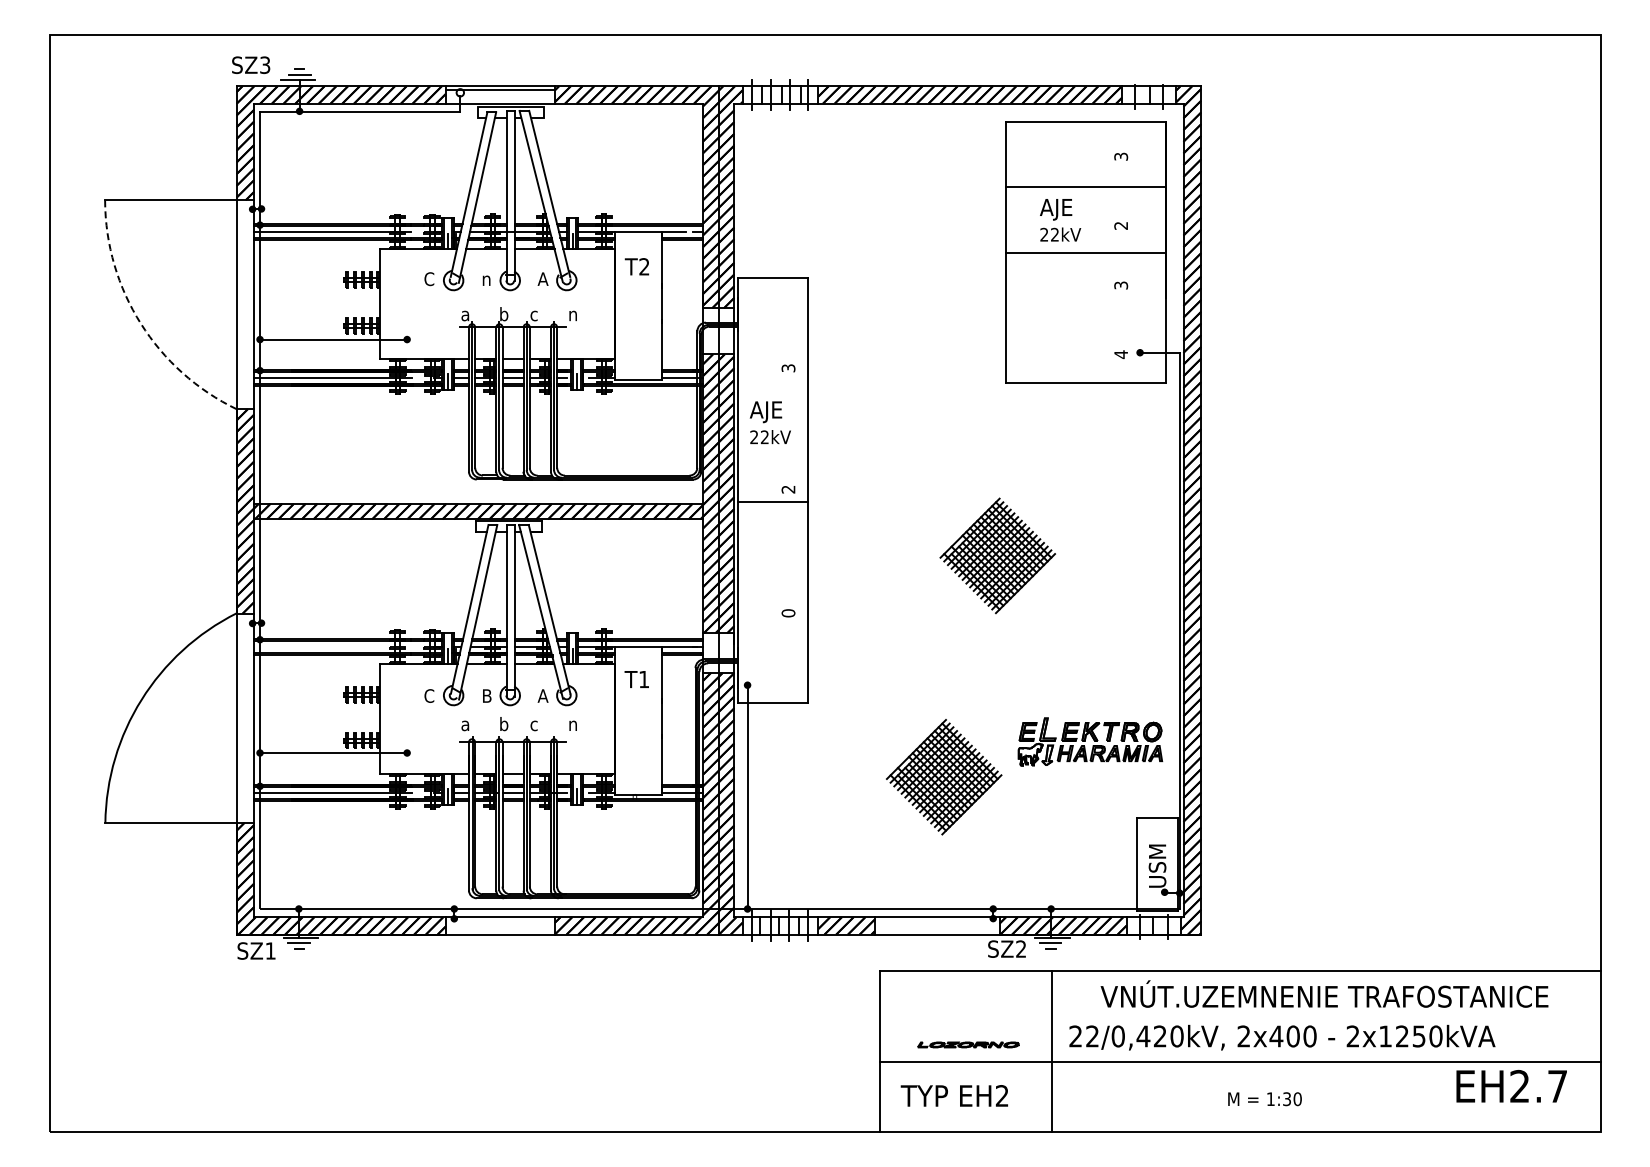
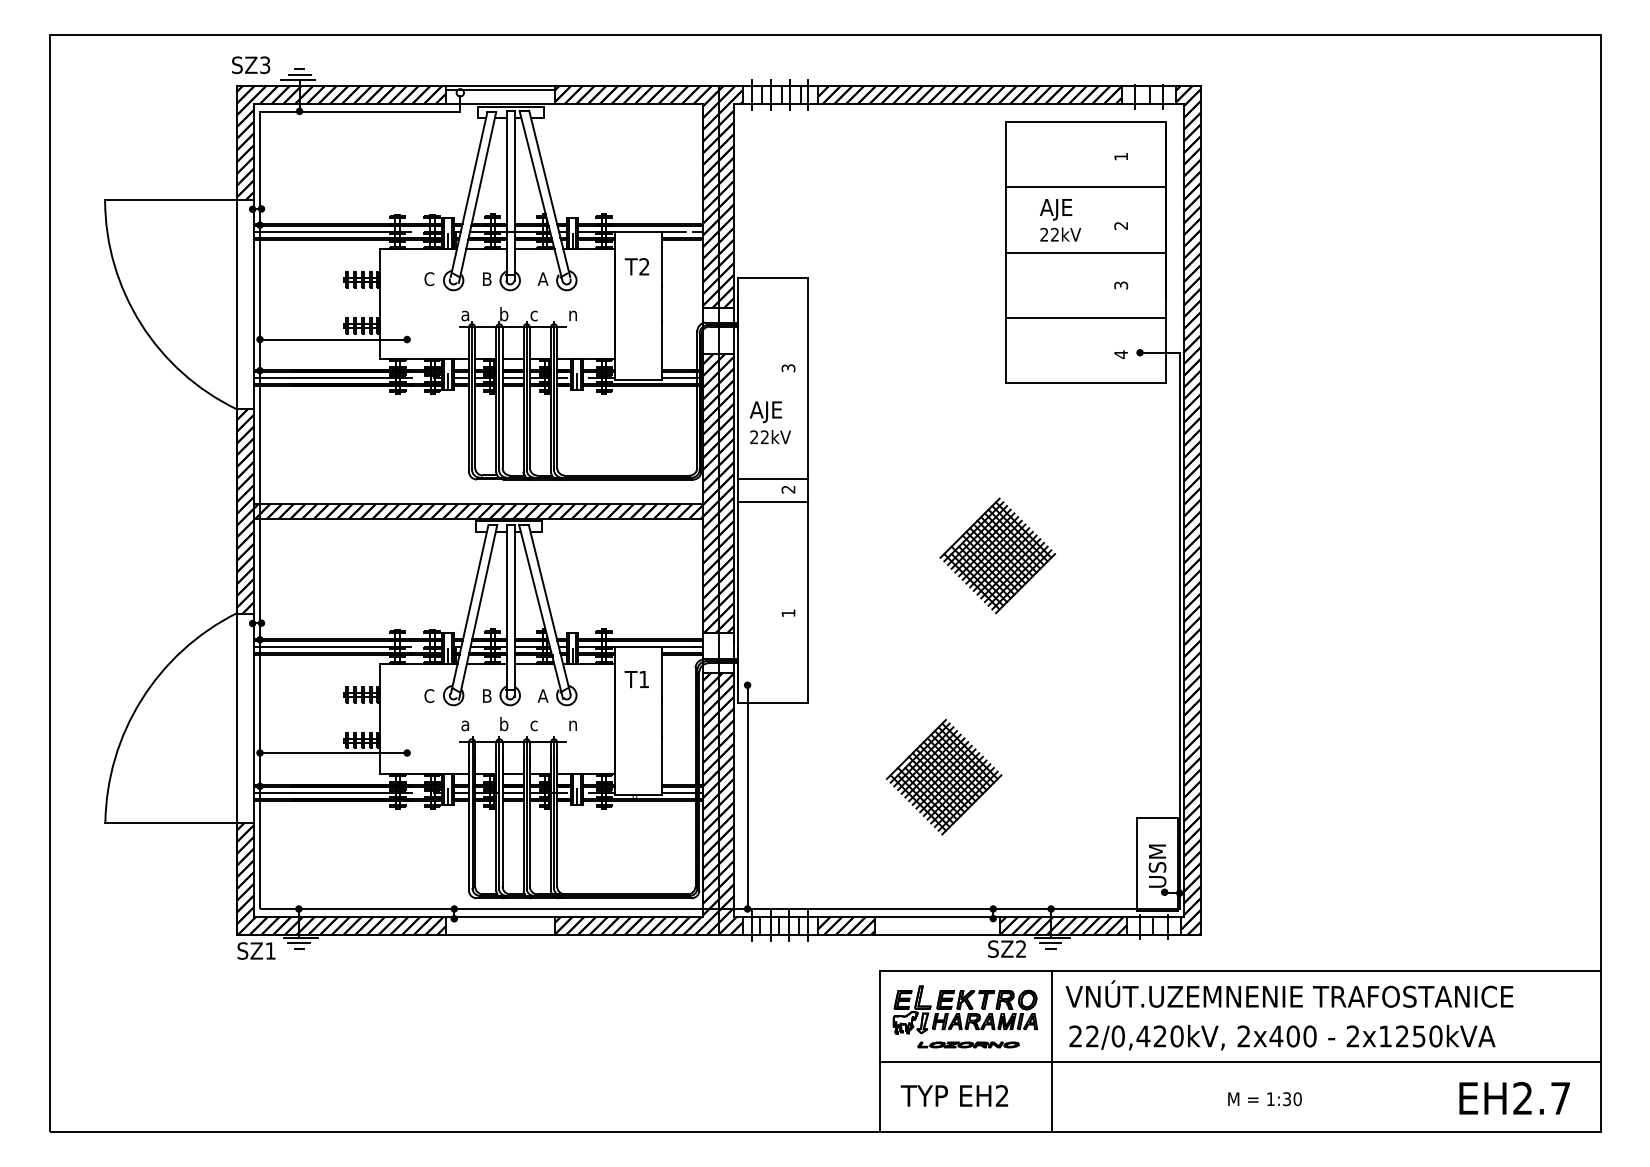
text at (1121, 156): 3 -> 1
text at (486, 278): n -> B
line at (1086, 317): none -> present
arc at (140, 323): dashed -> solid
line at (772, 479): none -> present
text at (788, 613): 0 -> 1
line at (332, 646): none -> present
part at (1090, 741) position: (1090, 741) -> (965, 1009)
text at (1324, 993) position: (1324, 993) -> (1289, 993)
text at (1511, 1086) position: (1511, 1086) -> (1514, 1098)
